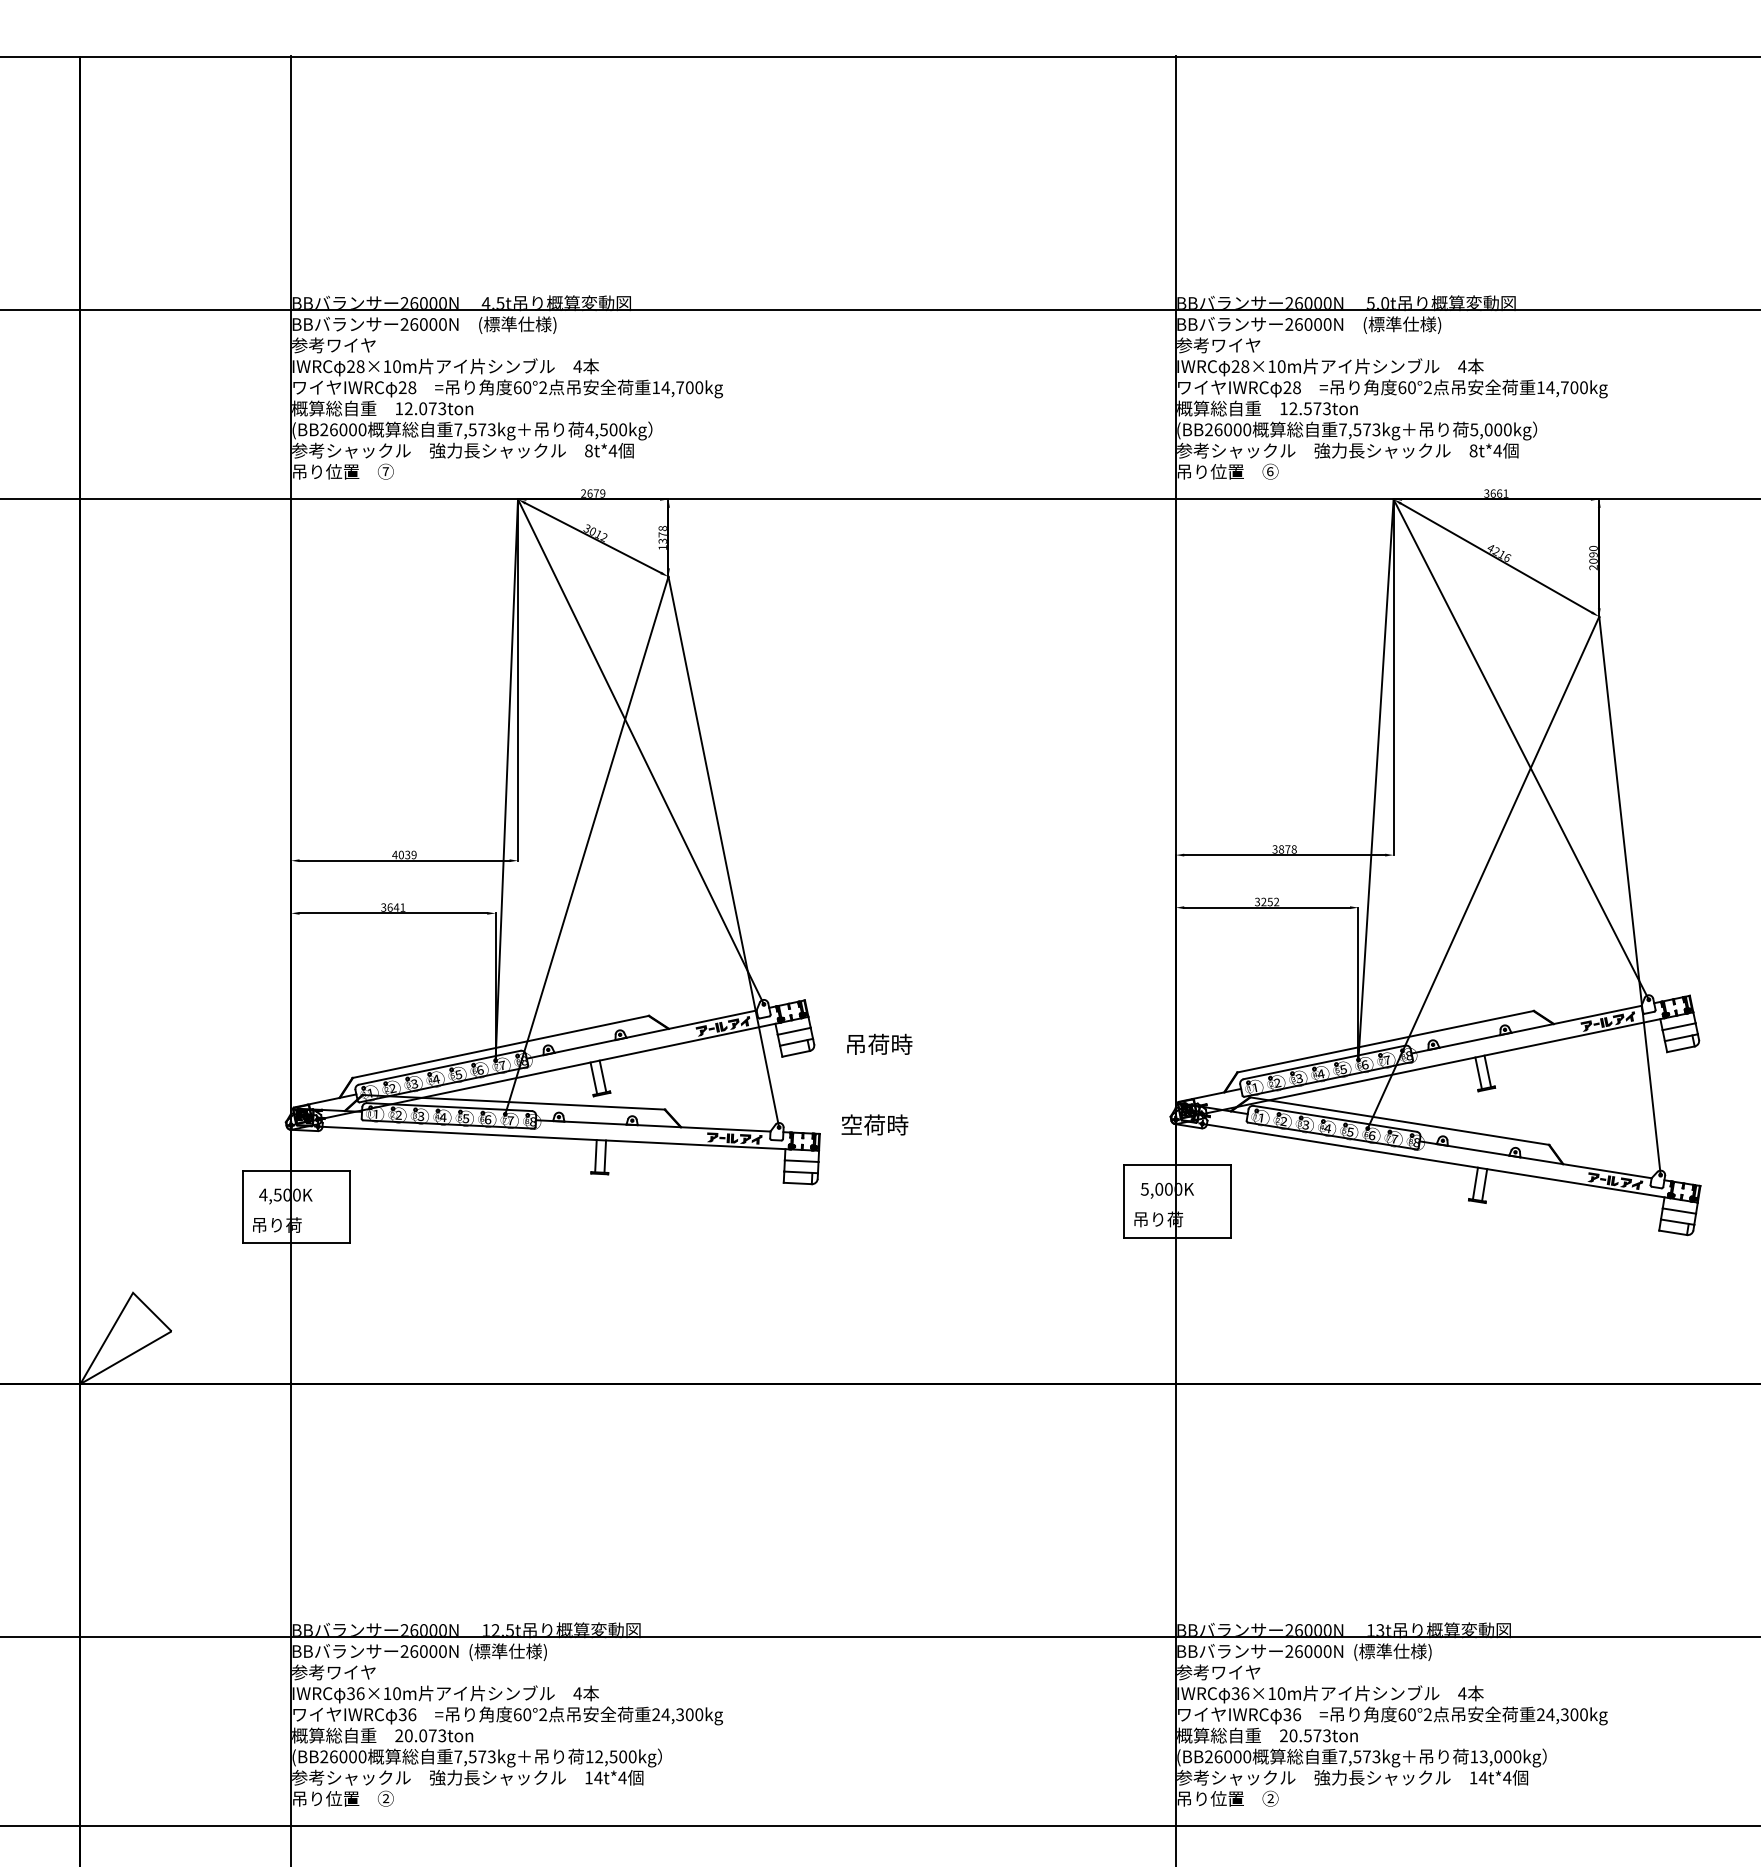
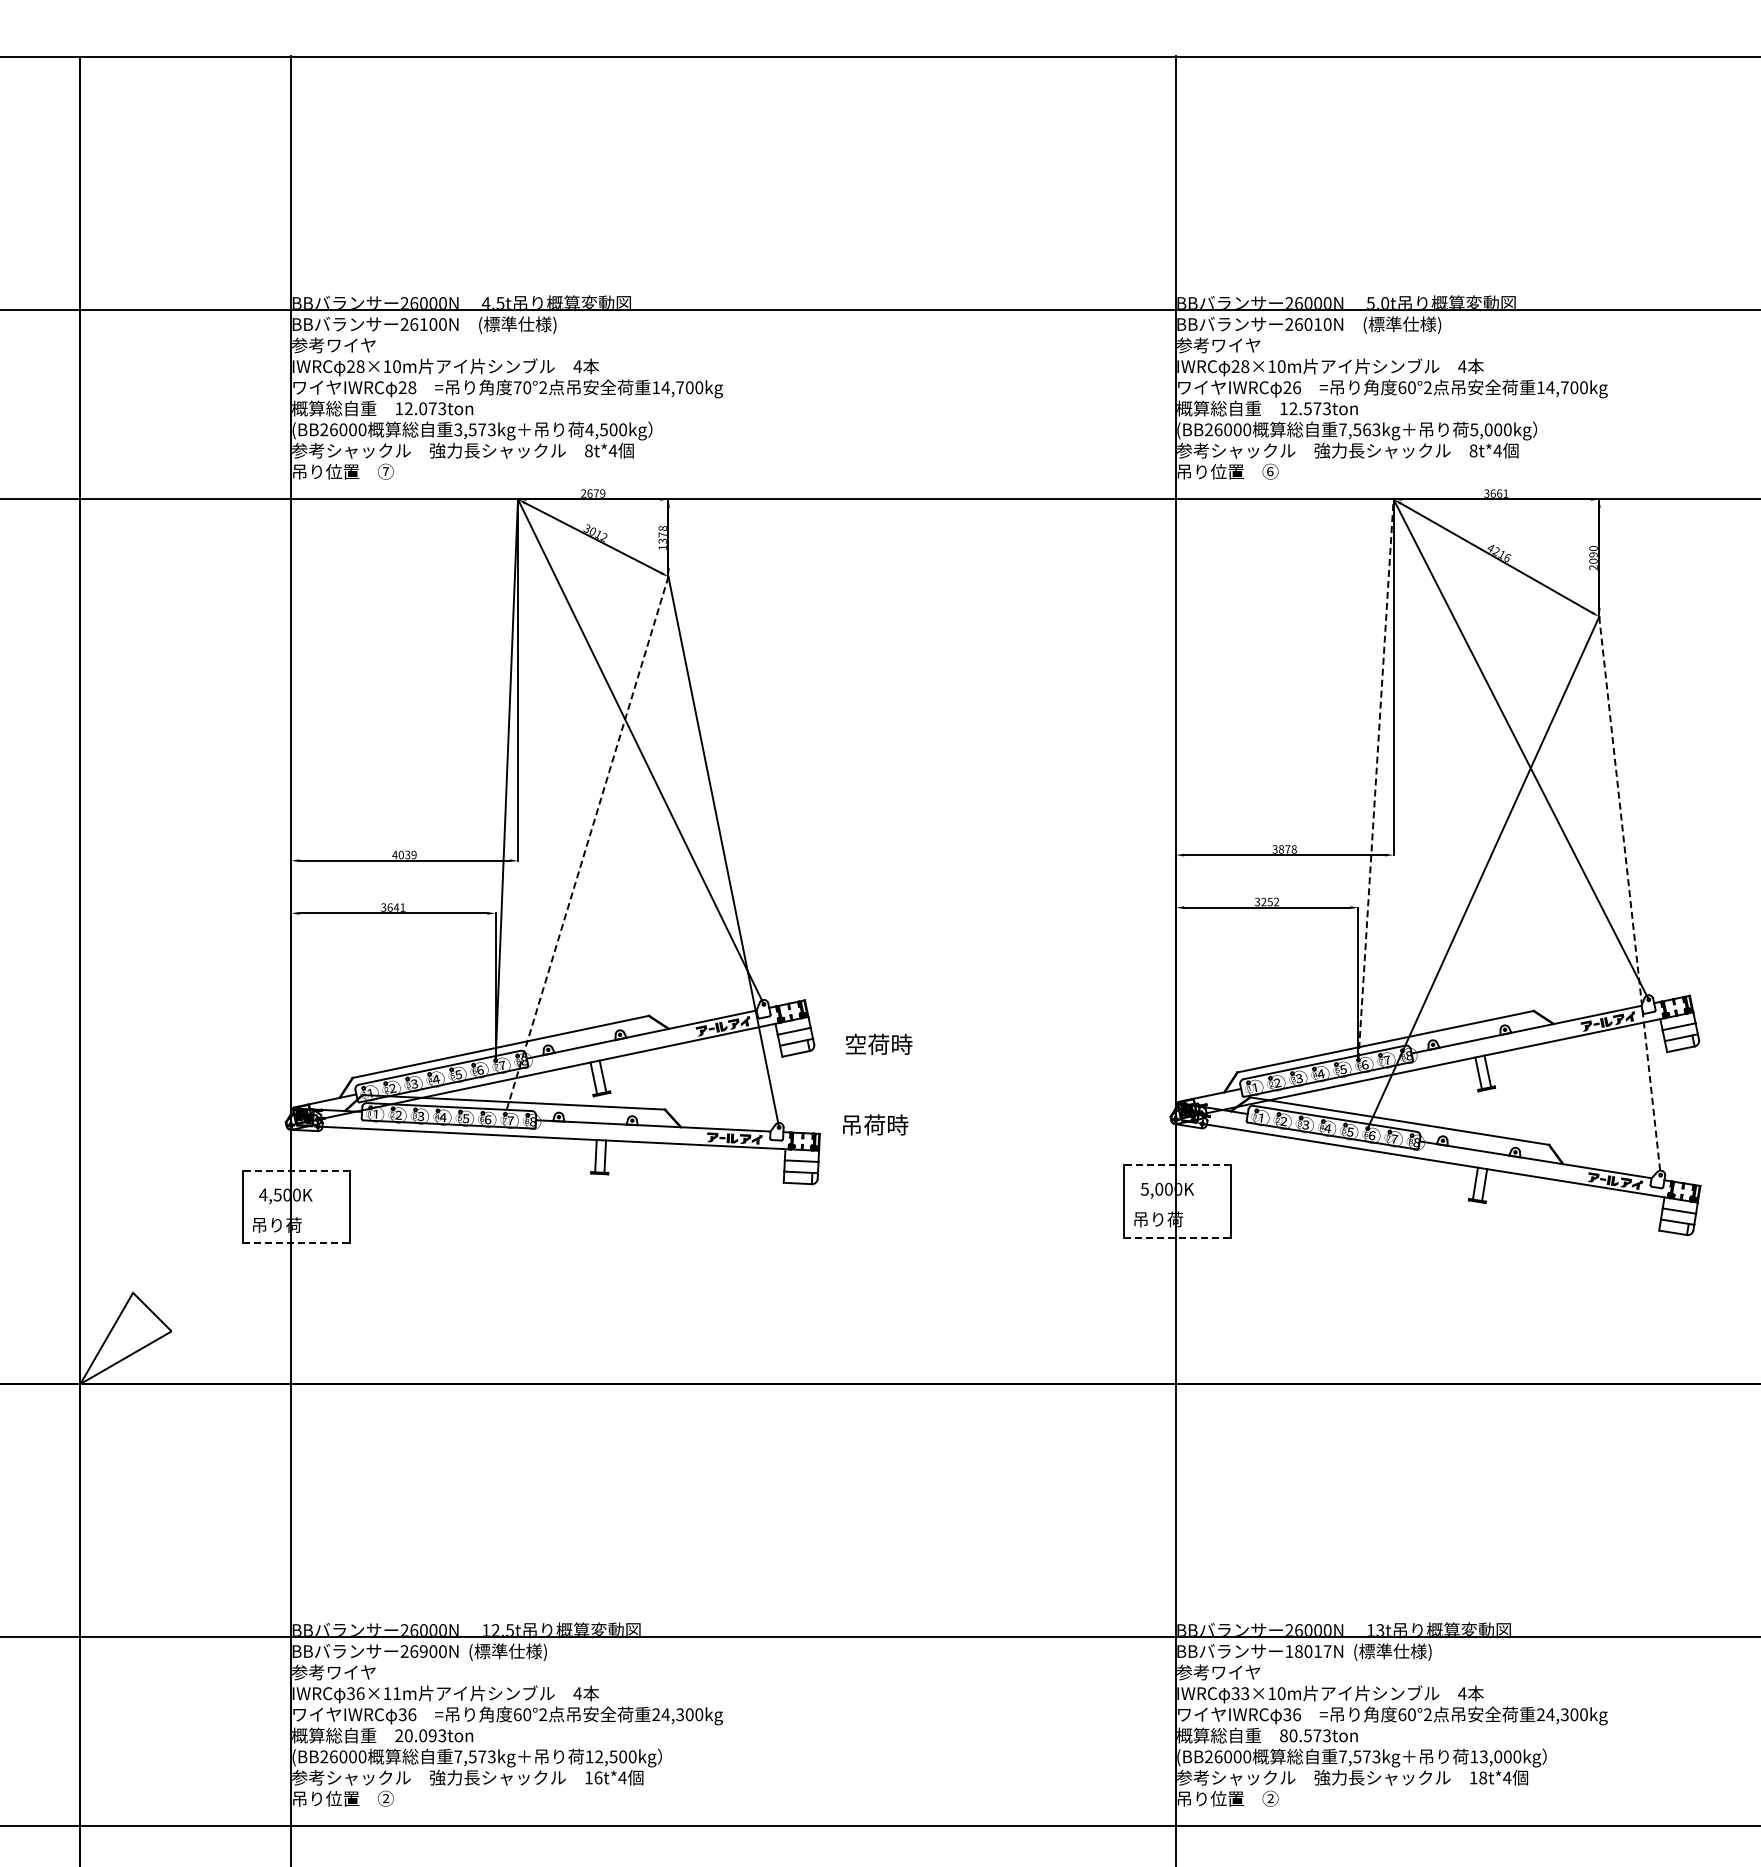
text at (423, 324): 26000N -> 26100N
text at (1317, 324): 26000N -> 26010N
text at (517, 387): 60°2 -> 70°2
text at (1296, 387): 28 -> 26
text at (458, 429): 7,573kg -> 3,573kg
text at (1366, 429): 7,573kg -> 7,563kg
line at (1376, 779): solid -> dashed
line at (586, 845): solid -> dashed
line at (1629, 895): solid -> dashed
text at (855, 1043): 吊荷時 -> 空荷時
text at (851, 1124): 空荷時 -> 吊荷時
line at (1177, 1165): solid -> dashed
line at (296, 1171): solid -> dashed
line at (1177, 1237): solid -> dashed
line at (296, 1243): solid -> dashed
text at (423, 1651): 26000N -> 26900N
text at (1308, 1651): 26000N -> 18017N
text at (396, 1693): 36×10m -> 36×11m
text at (1245, 1693): 36×10m -> 33×10m
text at (432, 1735): 20.073ton -> 20.093ton
text at (1283, 1735): 20.573ton -> 80.573ton
text at (598, 1777): 14t*4 -> 16t*4
text at (1482, 1777): 14t*4 -> 18t*4
